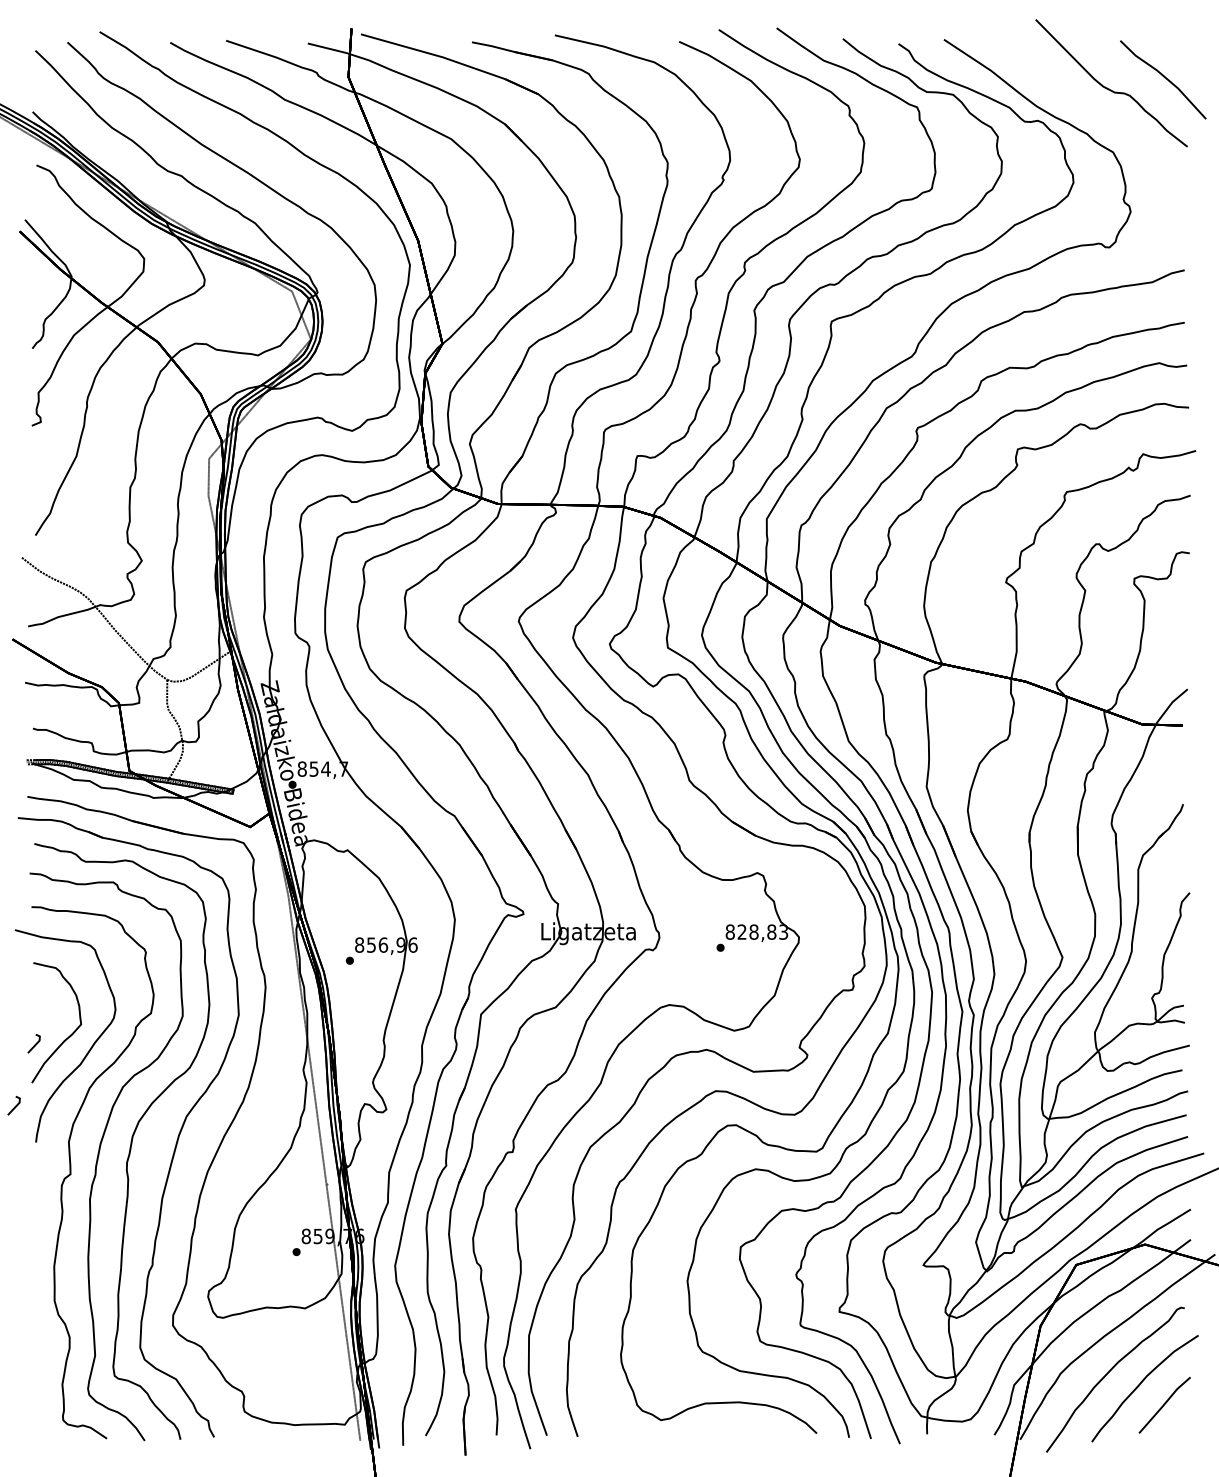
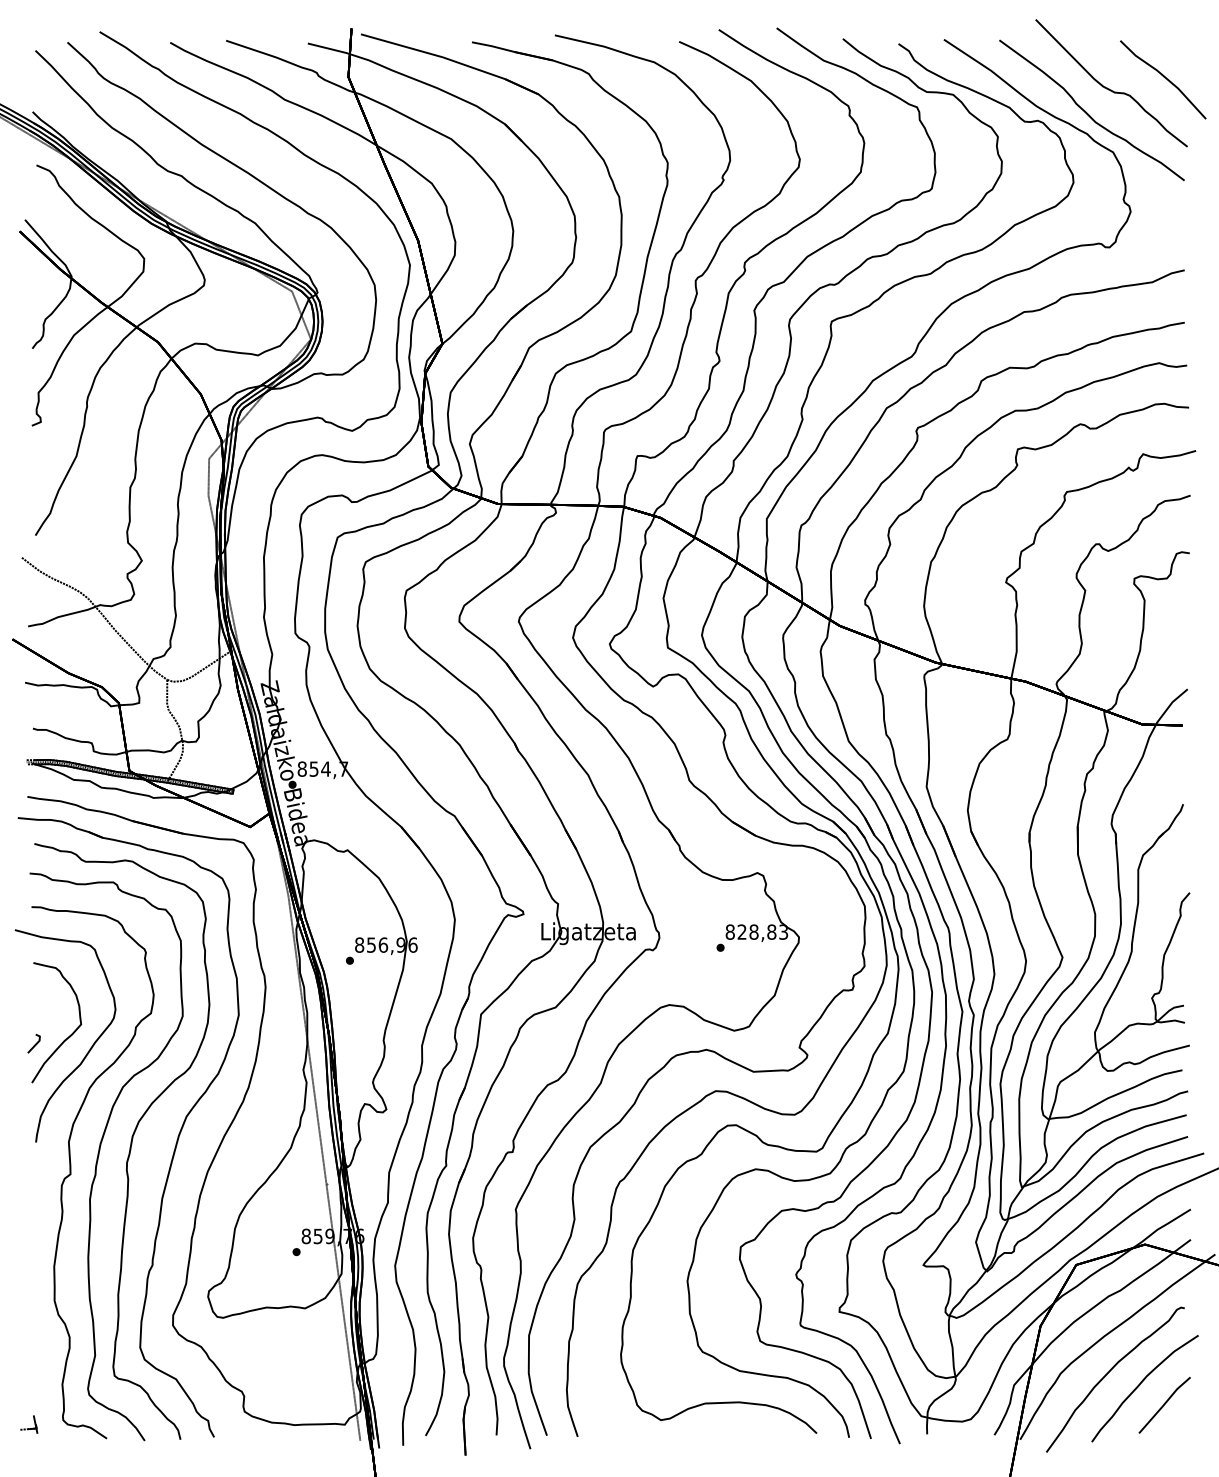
curve at (1088, 113): none -> present
line at (14, 1106): present -> none
part at (29, 1424): none -> present
